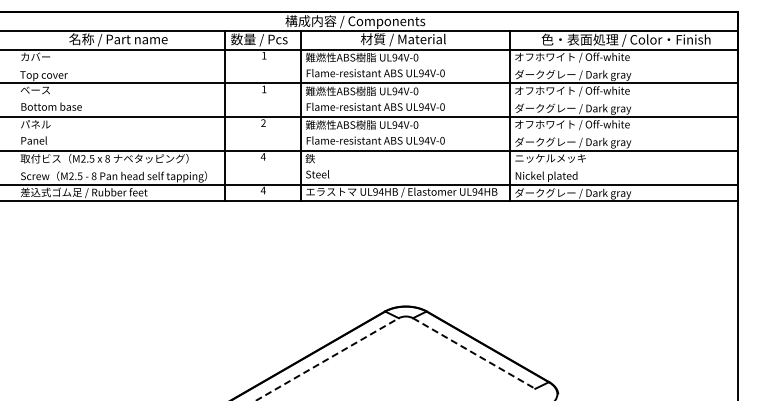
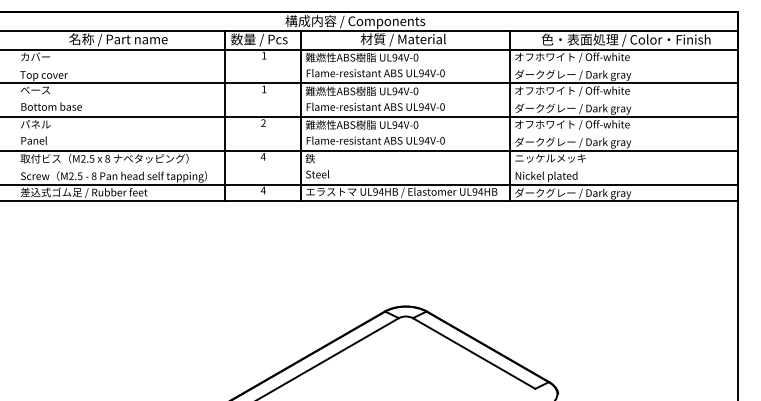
line at (474, 353): dashed -> solid
line at (327, 359): dashed -> solid
